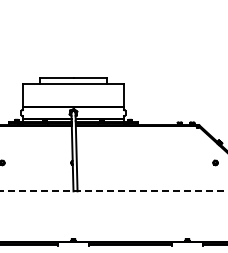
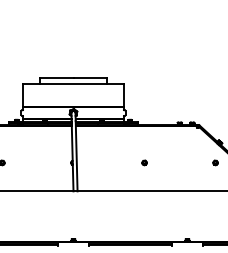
part at (144, 162): none -> present
line at (113, 191): dashed -> solid
